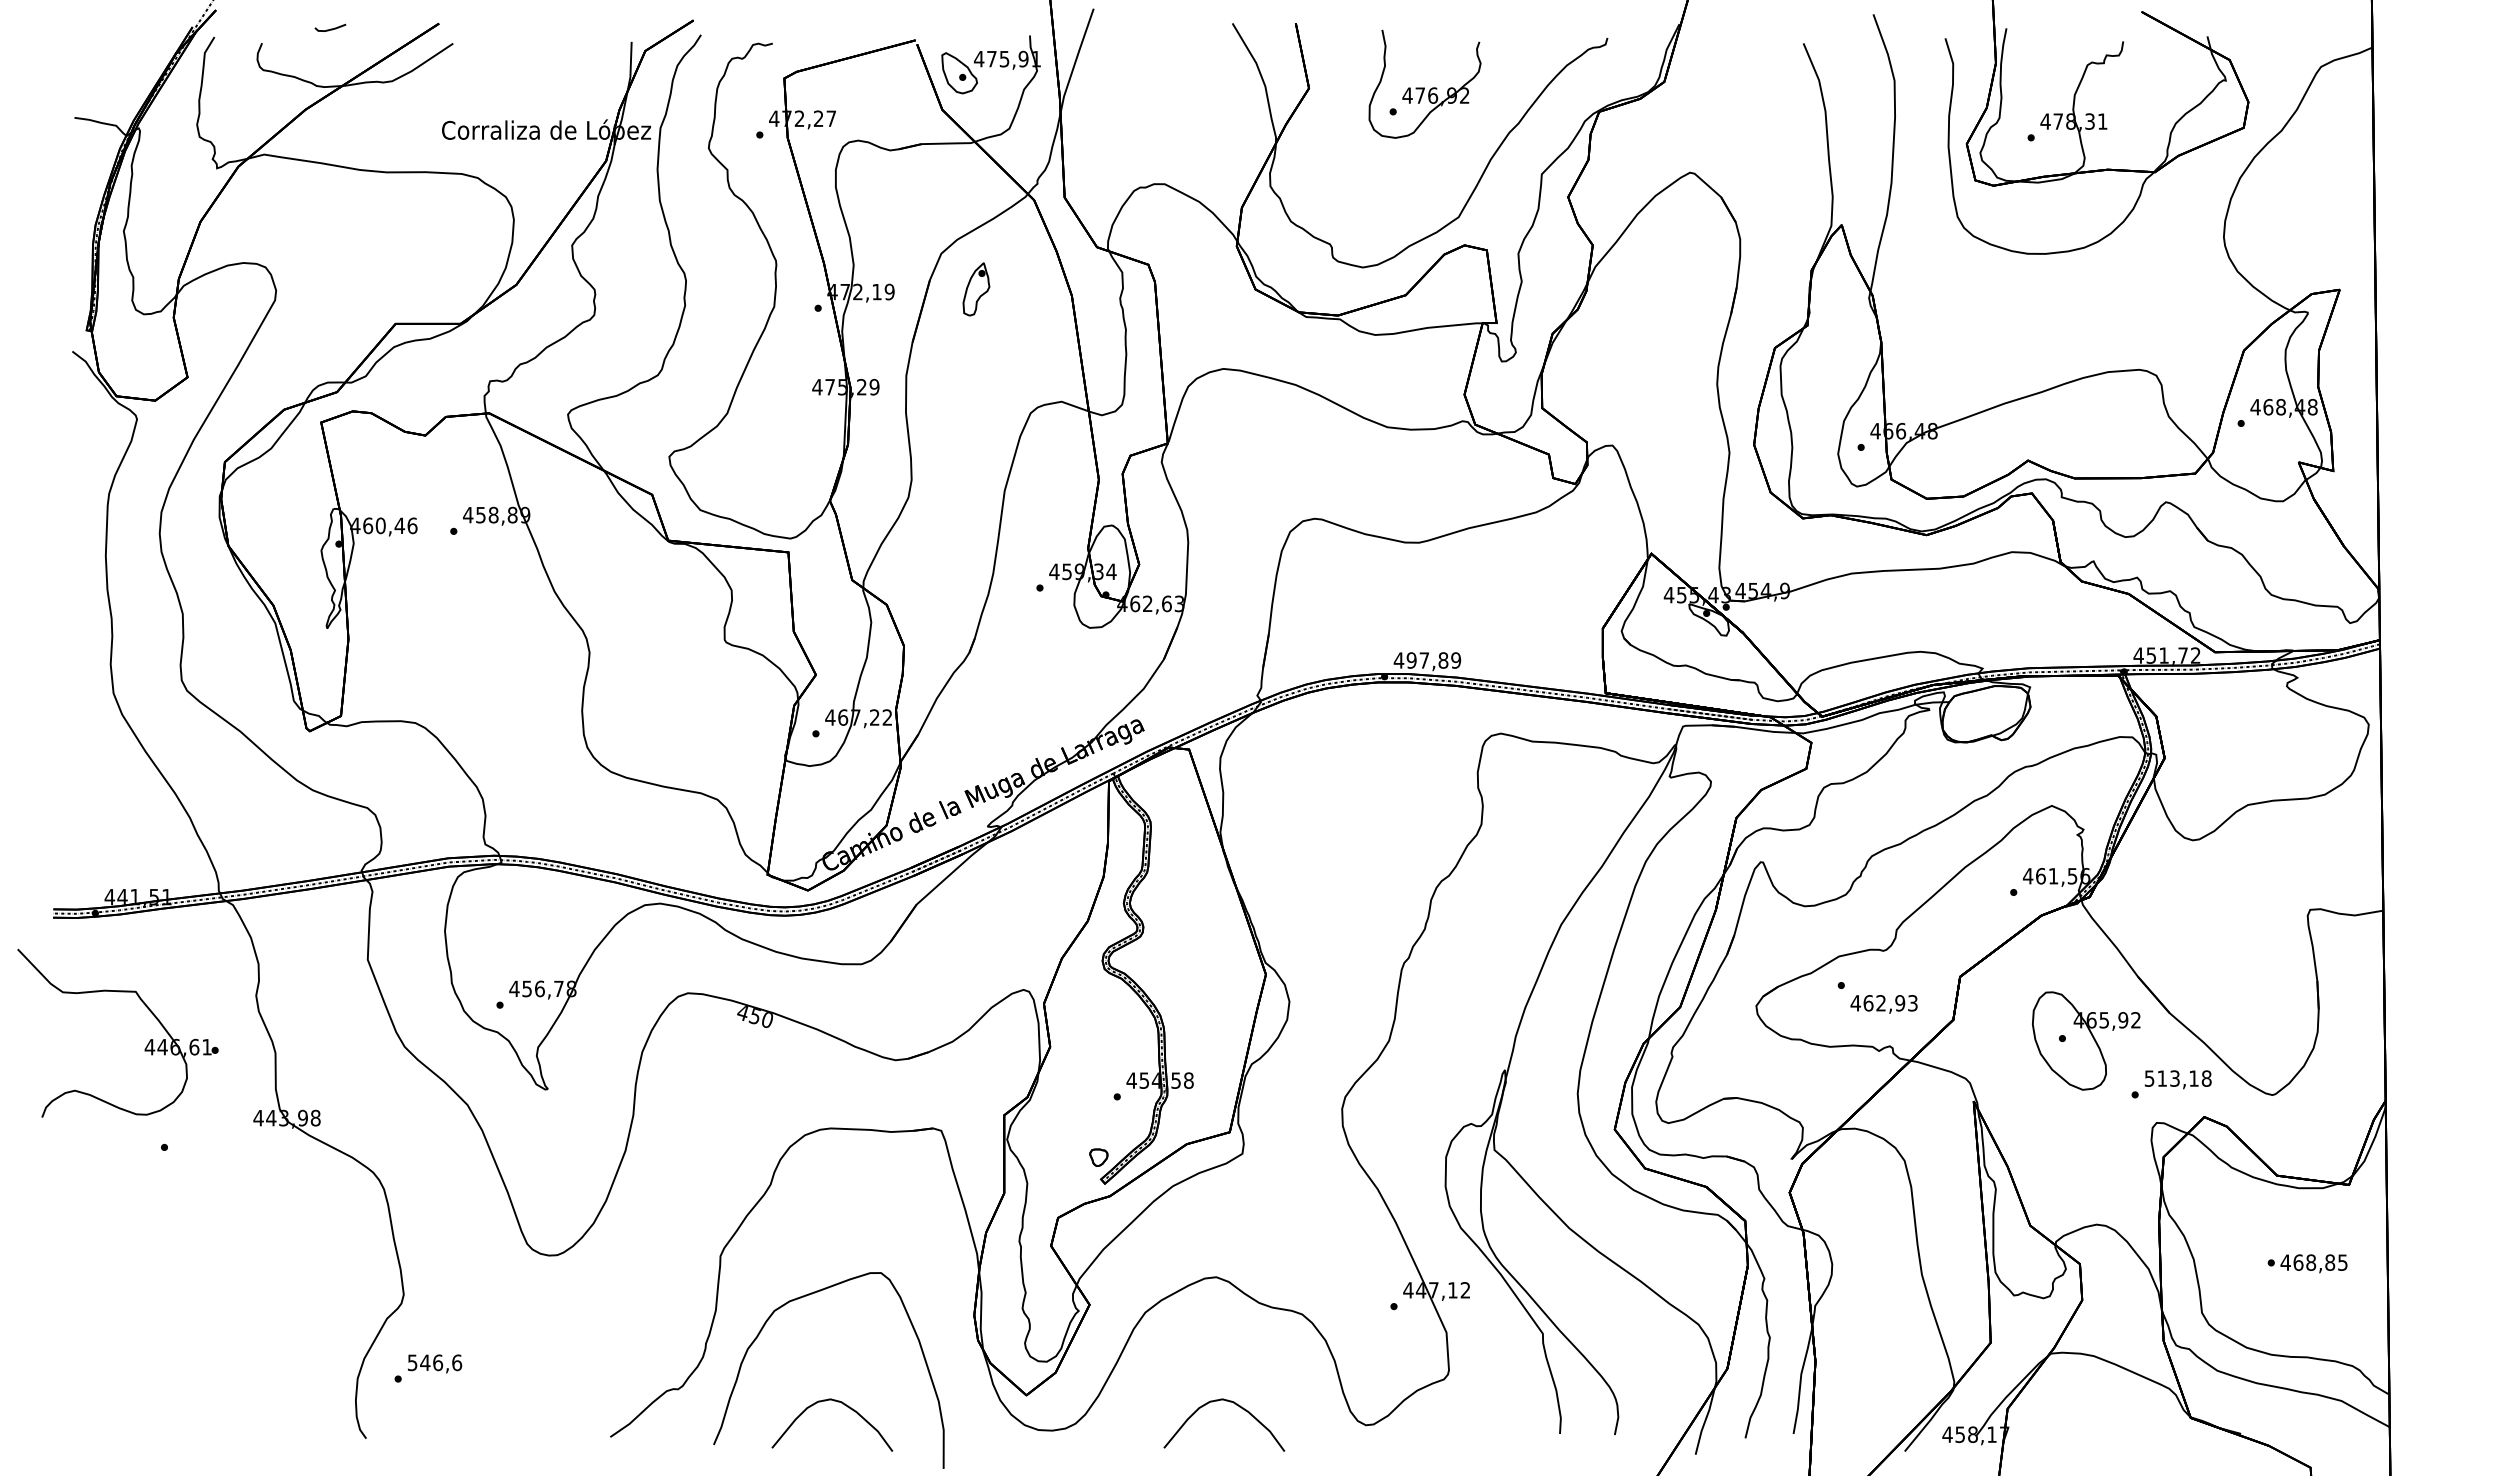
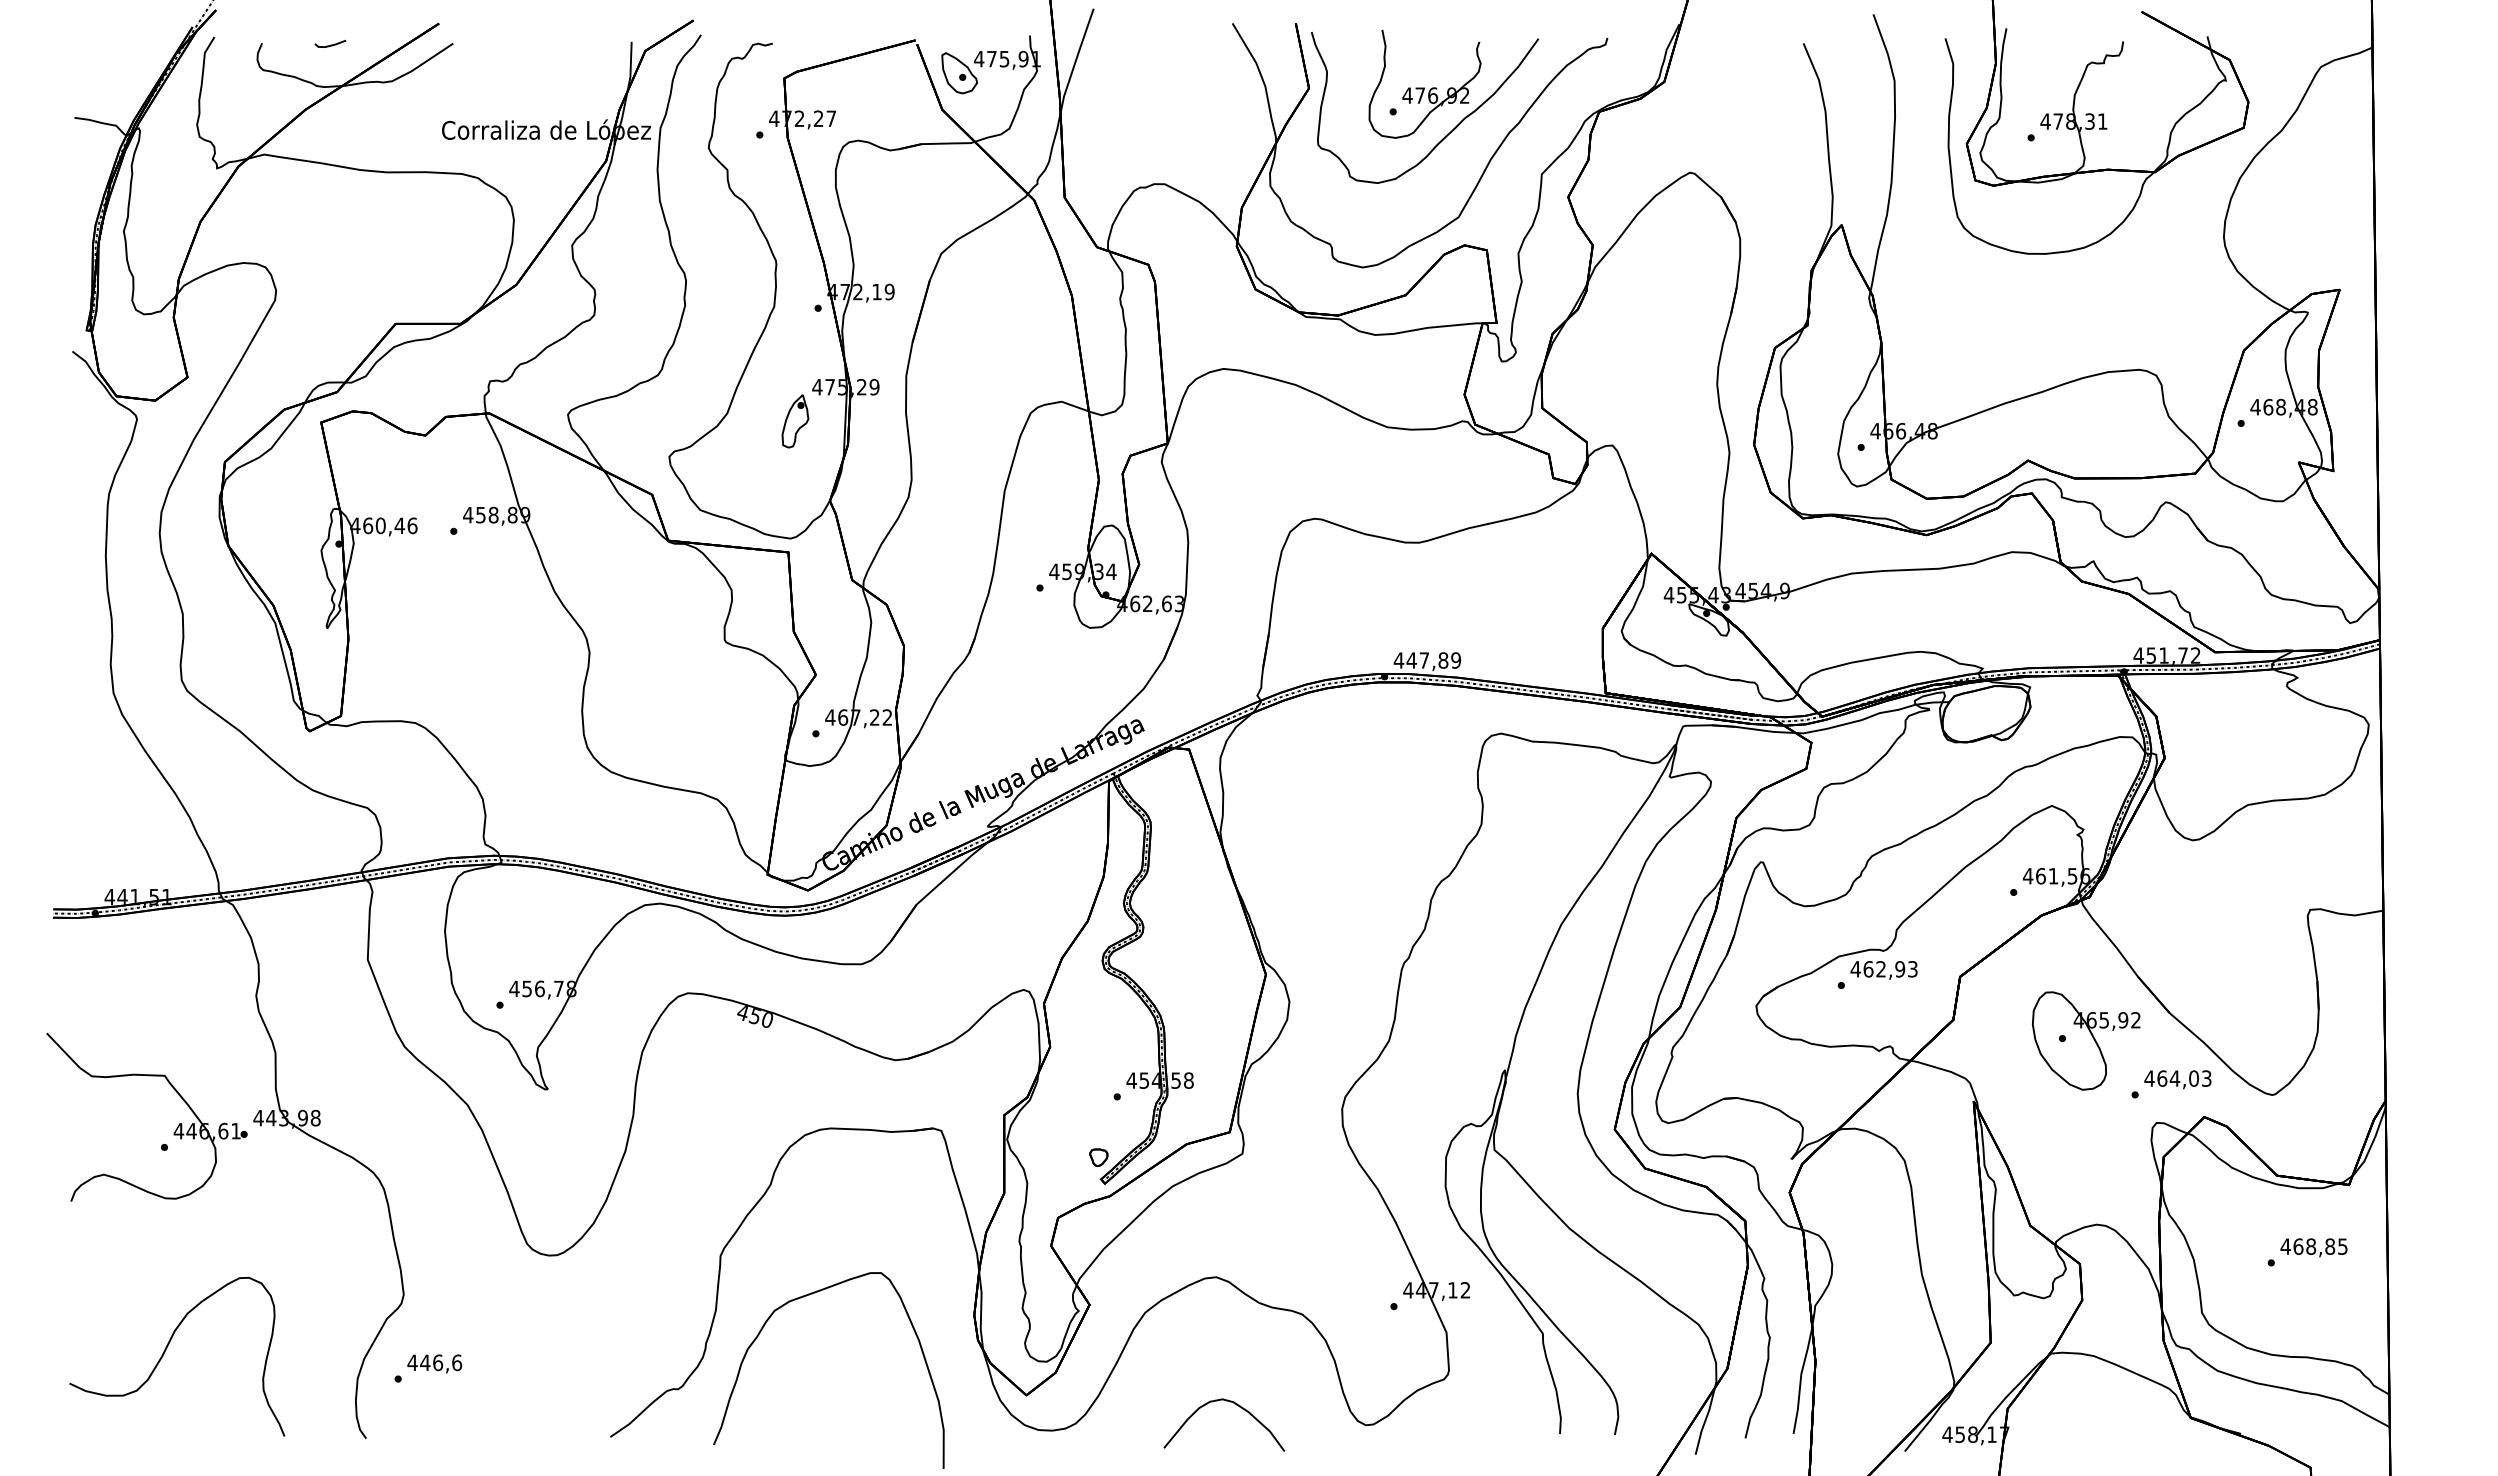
line at (330, 28) position: (330, 28) -> (330, 44)
curve at (1446, 134): none -> present
part at (976, 289) position: (976, 289) -> (795, 421)
text at (1411, 660): 497,89 -> 447,89
text at (1883, 1004) position: (1883, 1004) -> (1883, 970)
part at (145, 1047) position: (145, 1047) -> (174, 1131)
text at (2177, 1078): 513,18 -> 464,03
text at (2313, 1263) position: (2313, 1263) -> (2313, 1247)
curve at (166, 1350): none -> present
text at (412, 1362): 546,6 -> 446,6
curve at (844, 1405): present -> none
